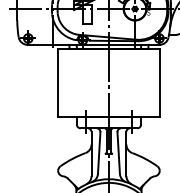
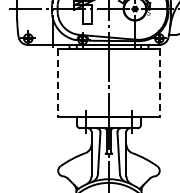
line at (57, 83): solid -> dashed
line at (160, 83): solid -> dashed
